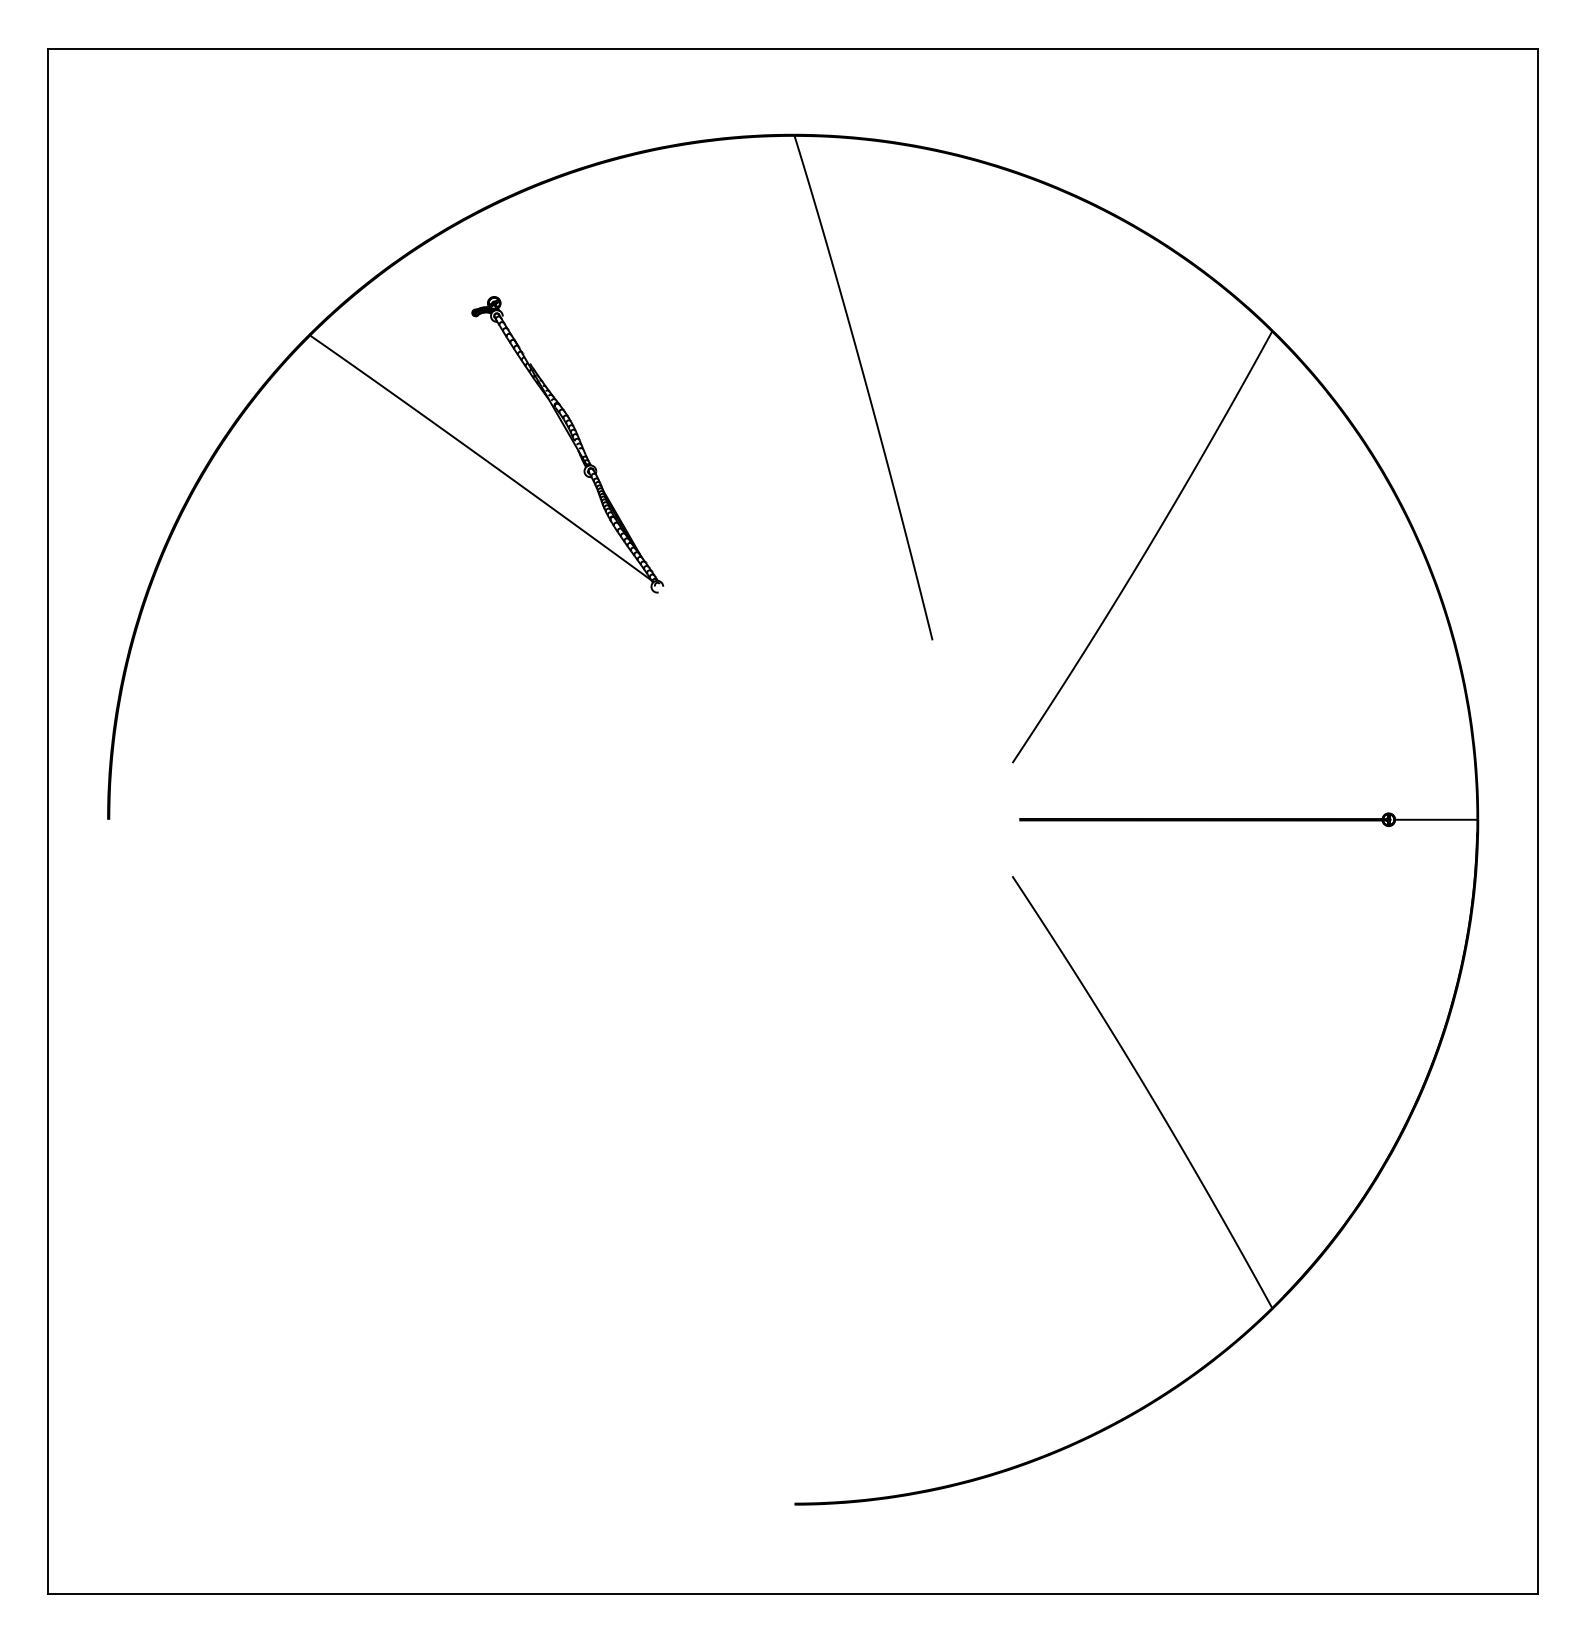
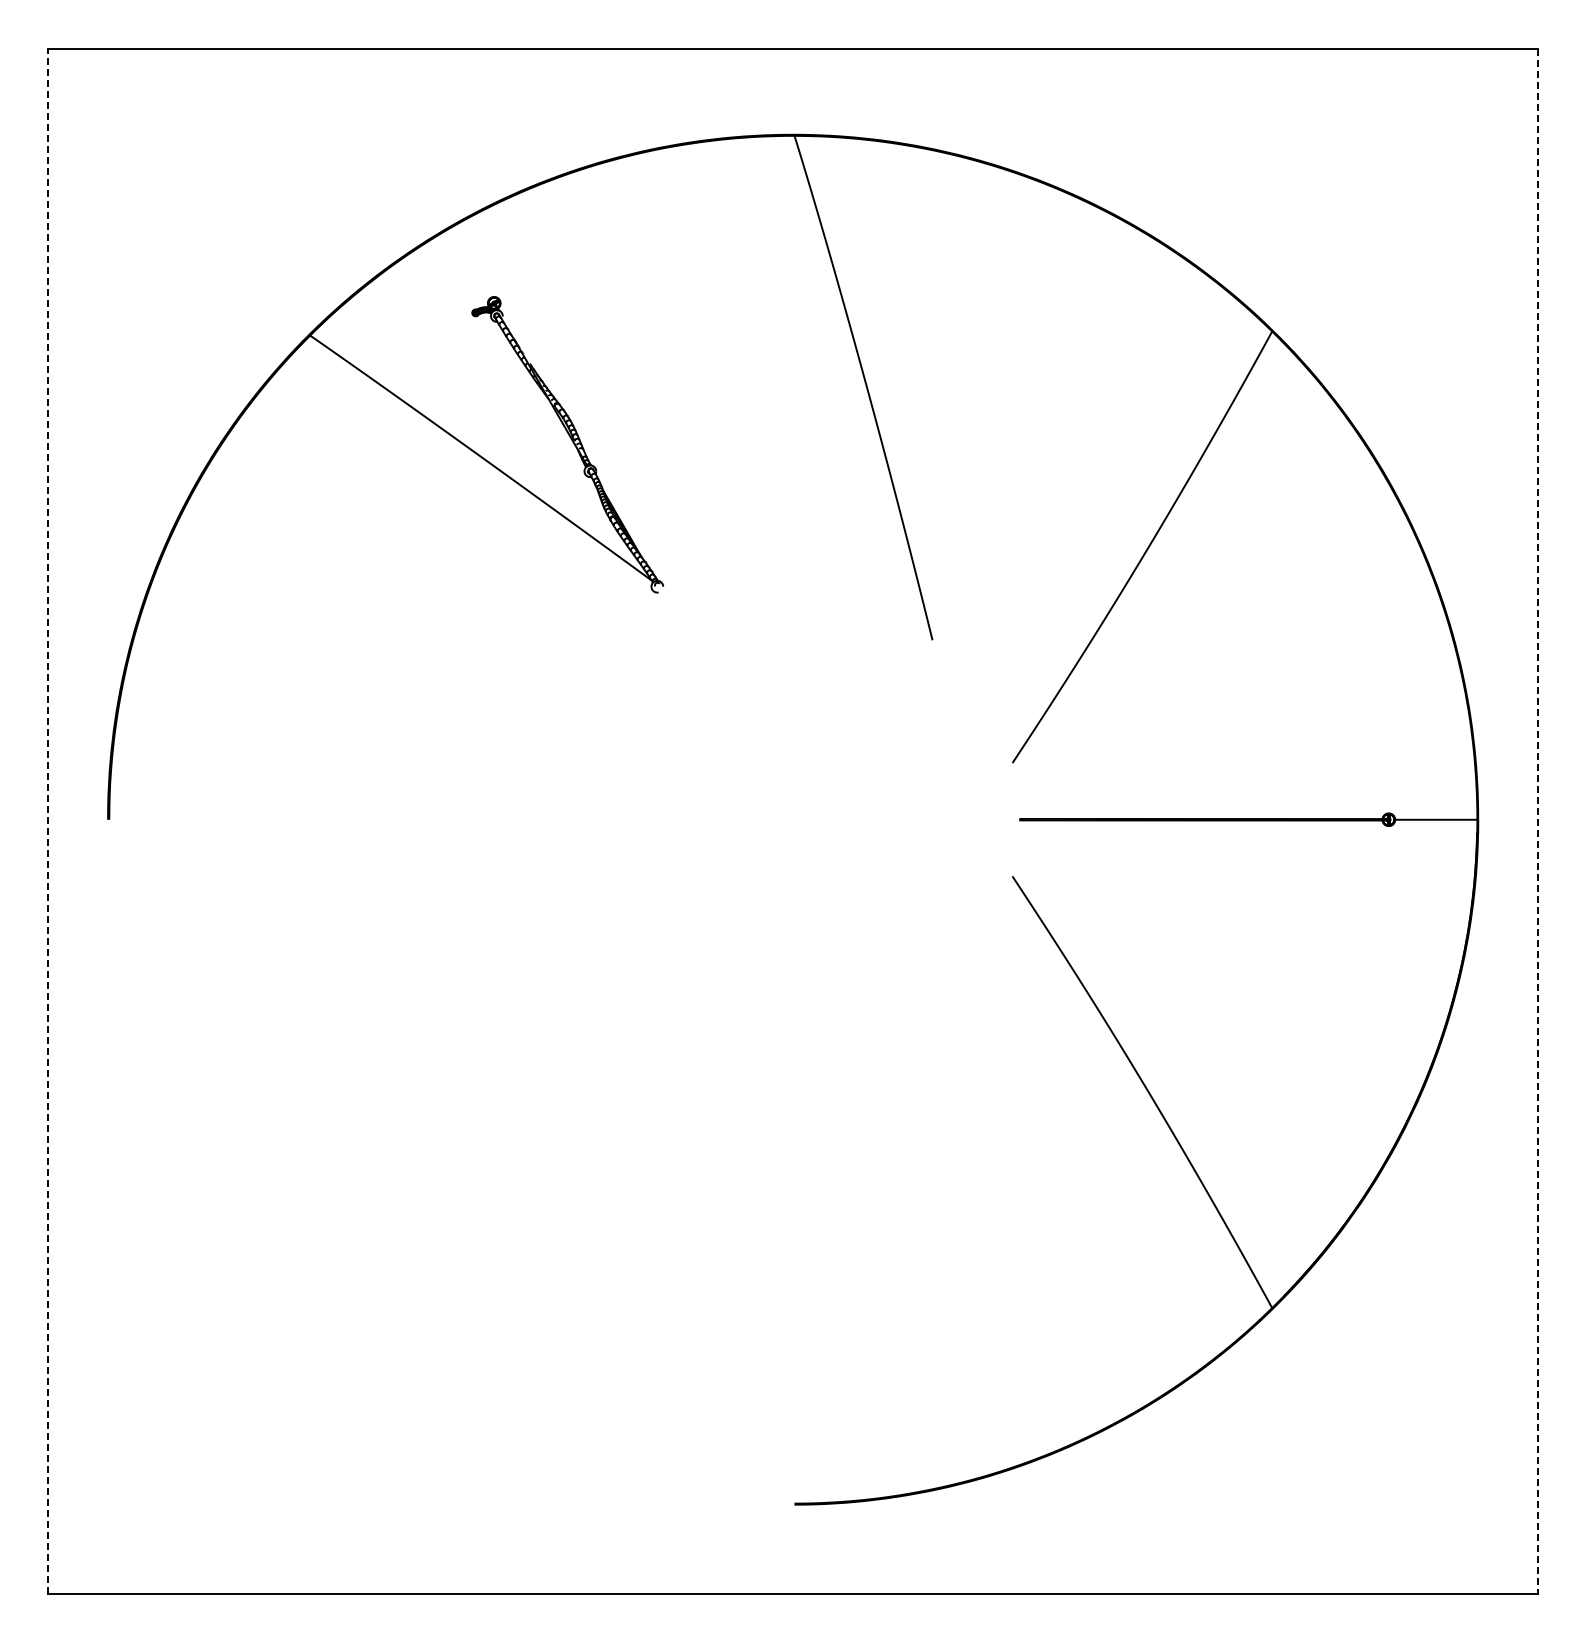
line at (47, 821): solid -> dashed
line at (1538, 822): solid -> dashed
